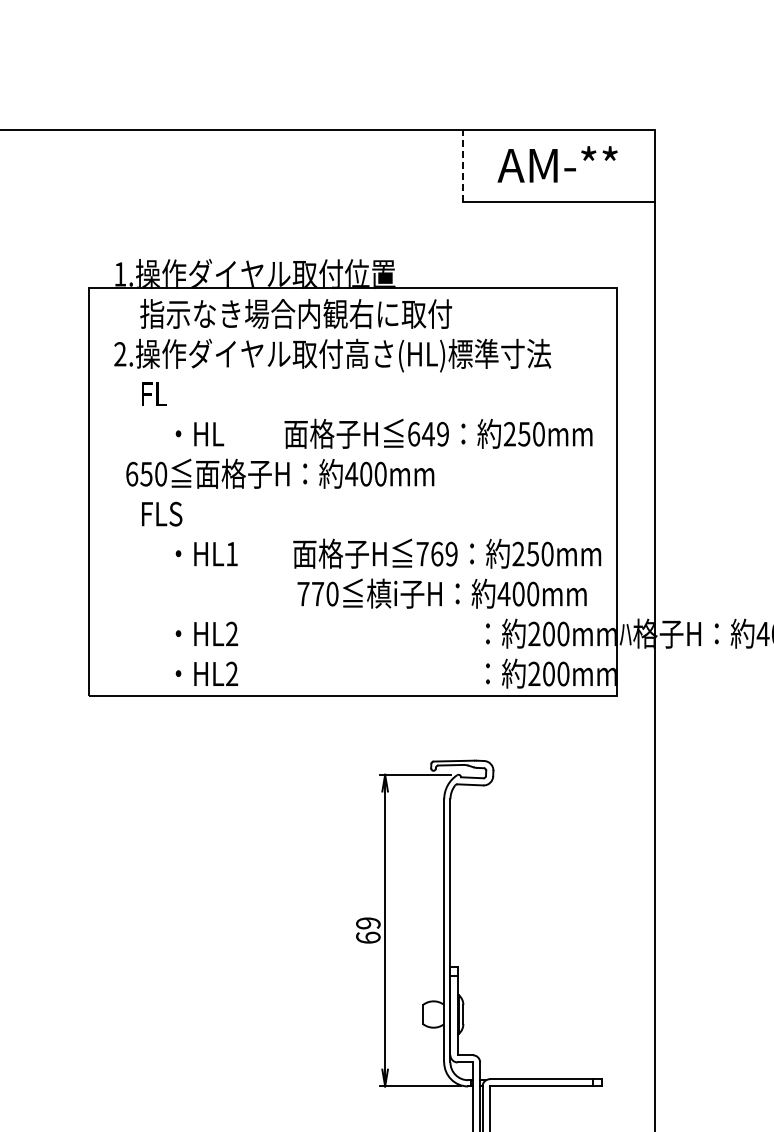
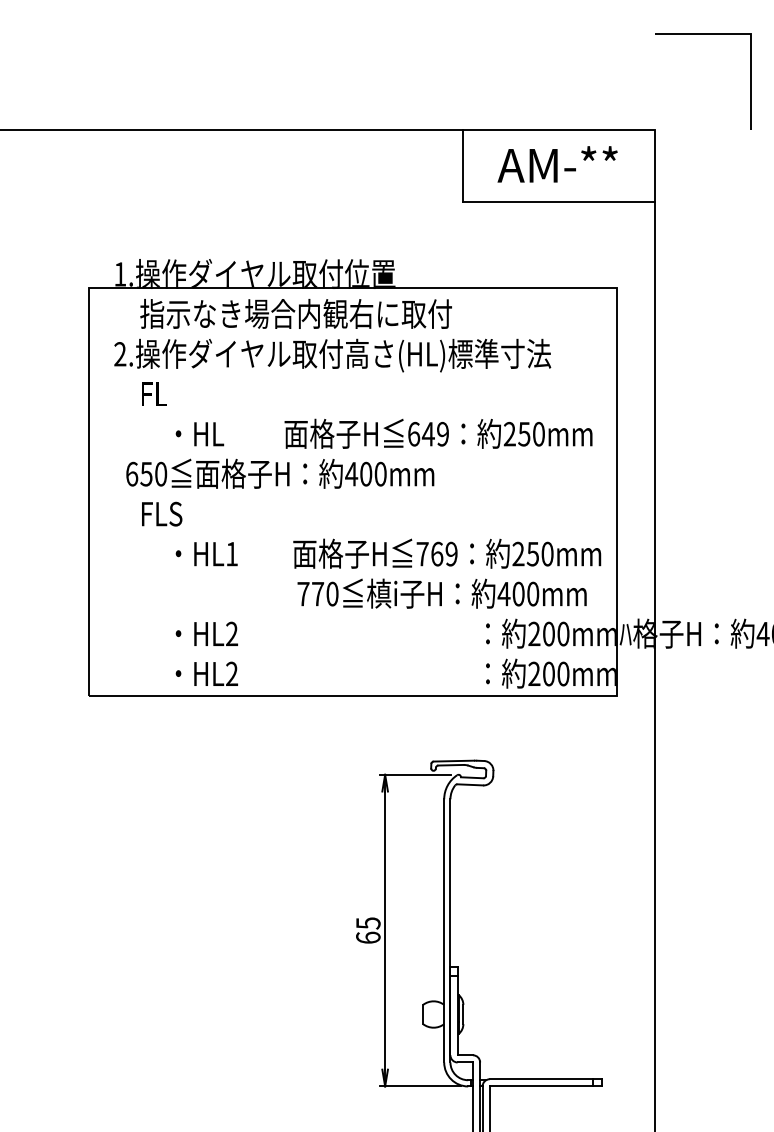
line at (703, 34): none -> present
line at (463, 165): dashed -> solid
text at (368, 923): 69 -> 65
